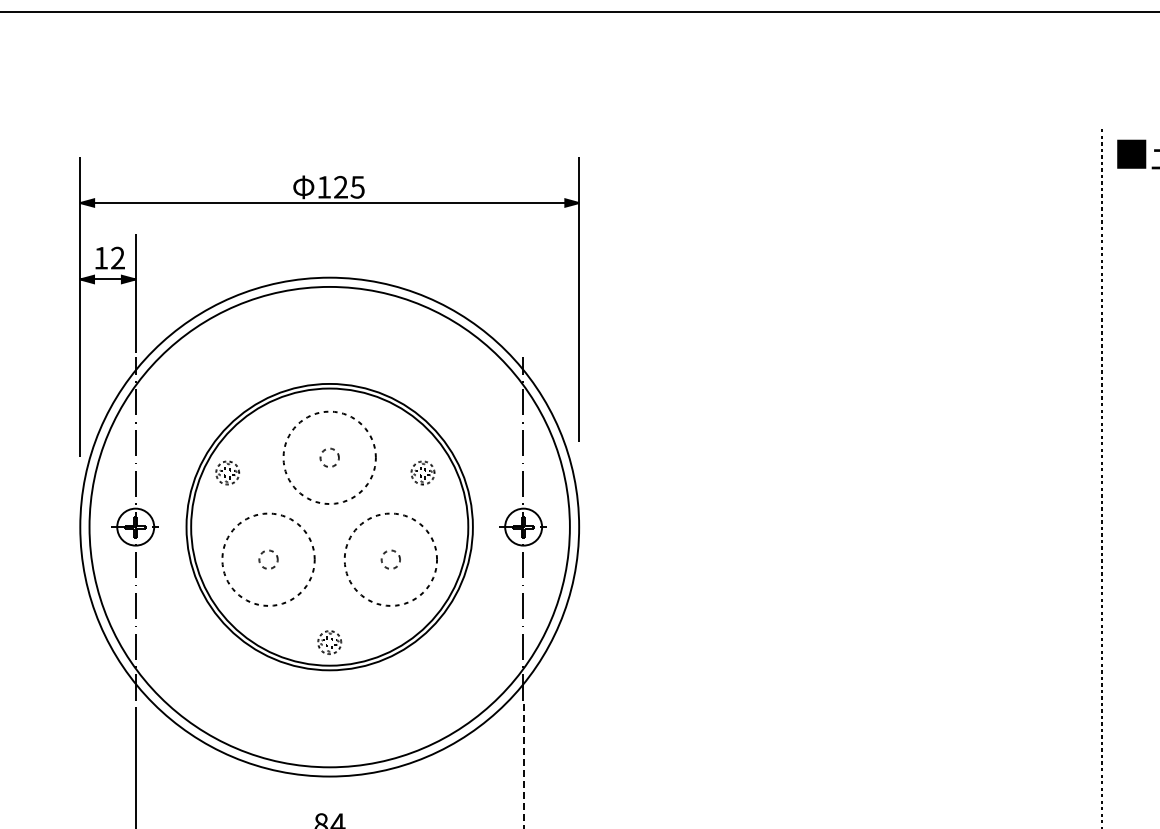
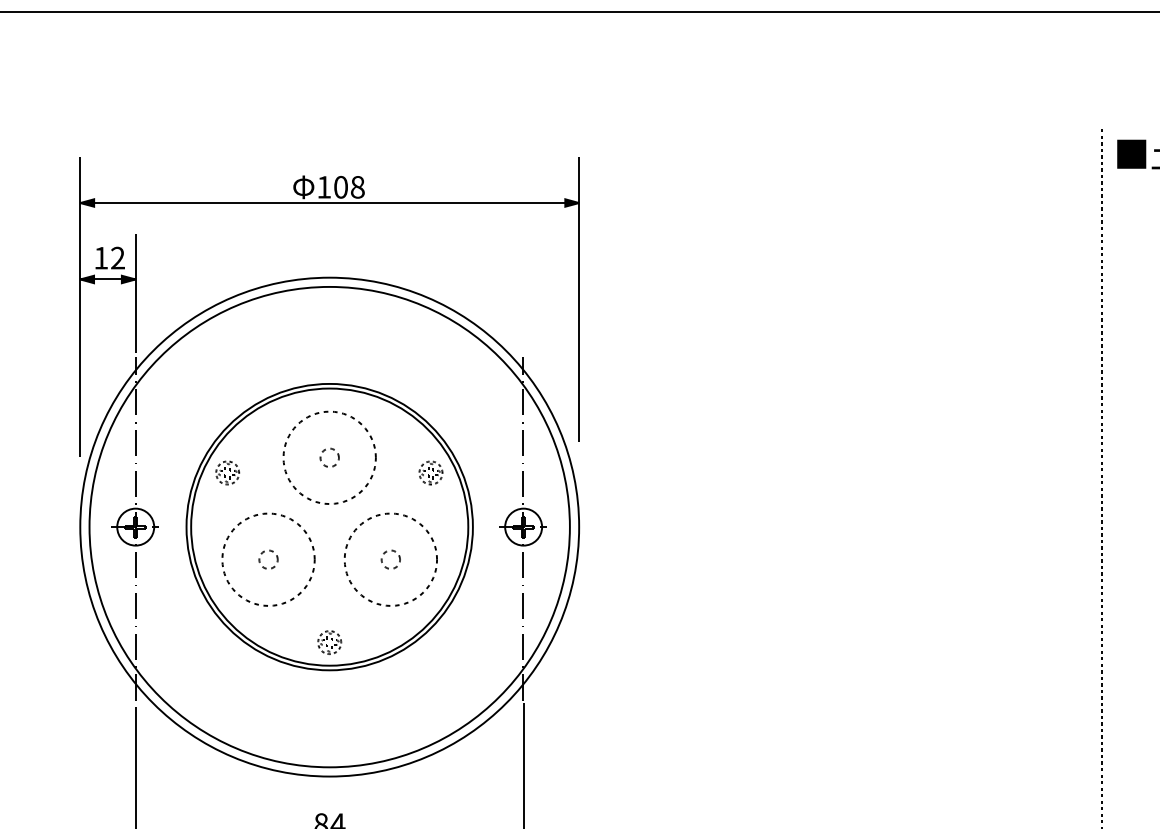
text at (349, 187): 125 -> 108
part at (422, 472) position: (422, 472) -> (430, 472)
line at (523, 765): dashed -> solid
